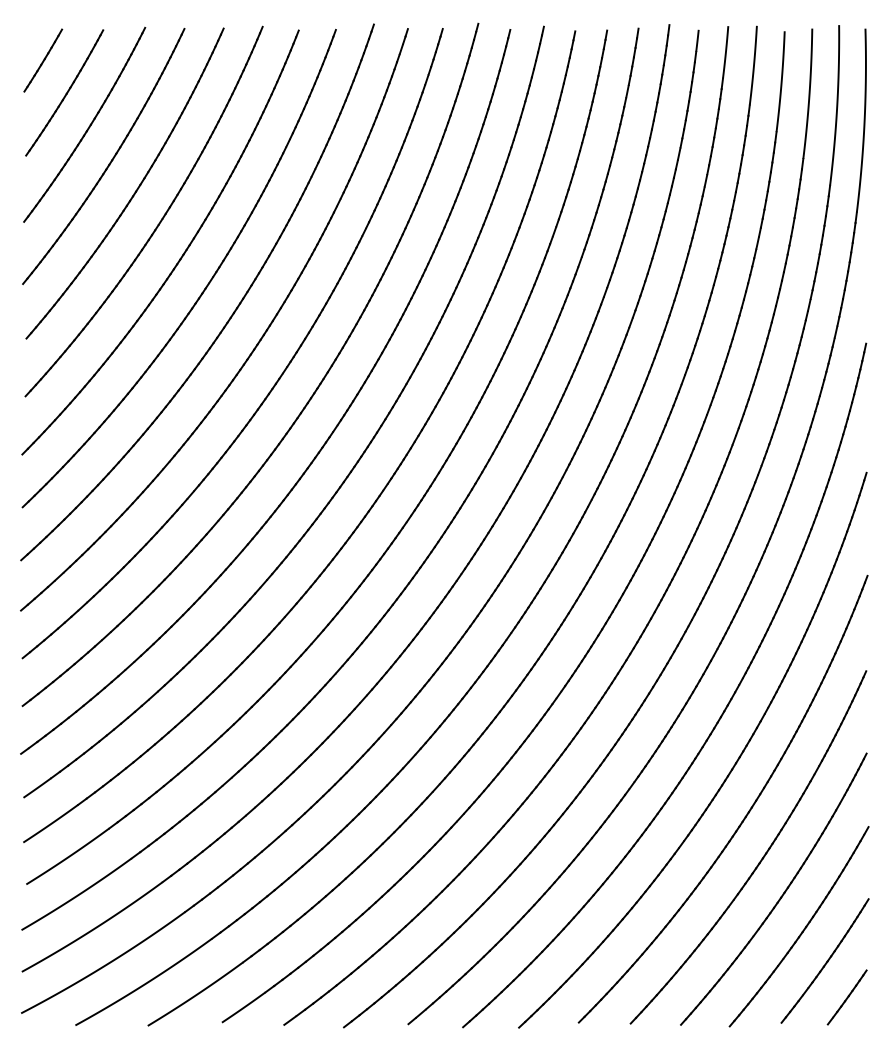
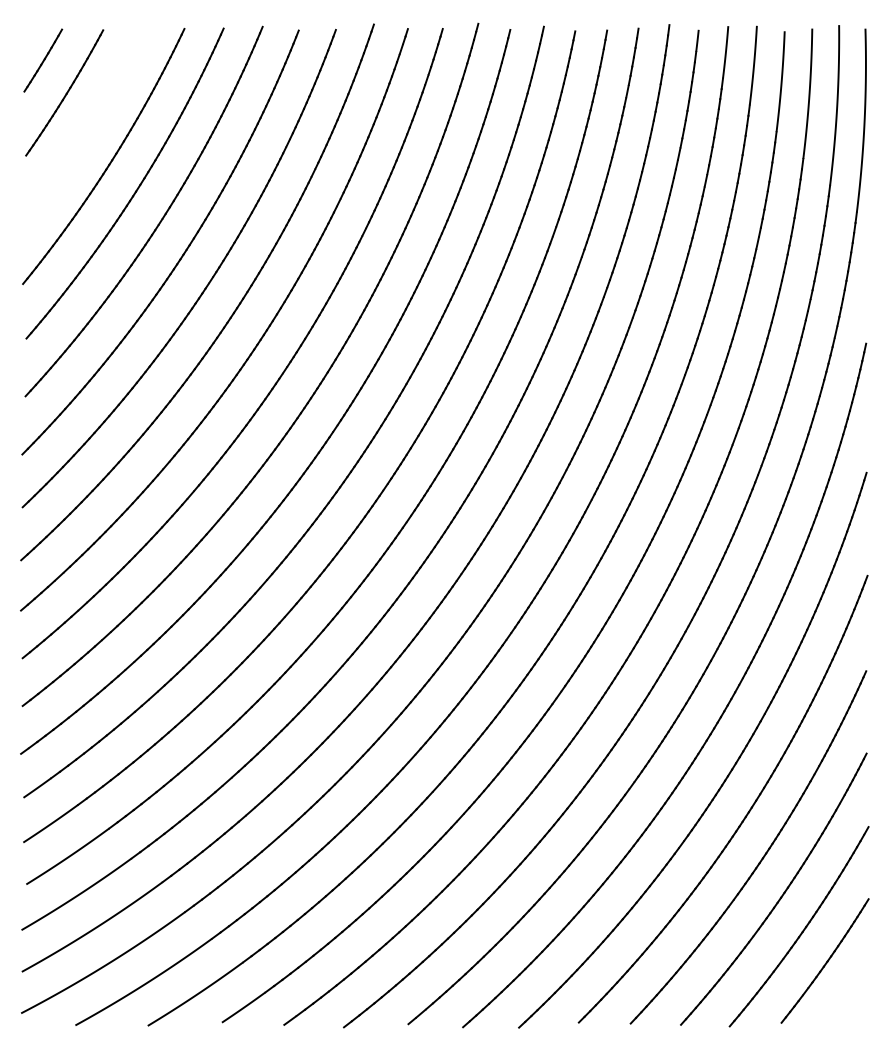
part at (84, 124): present -> none
line at (846, 997): present -> none
